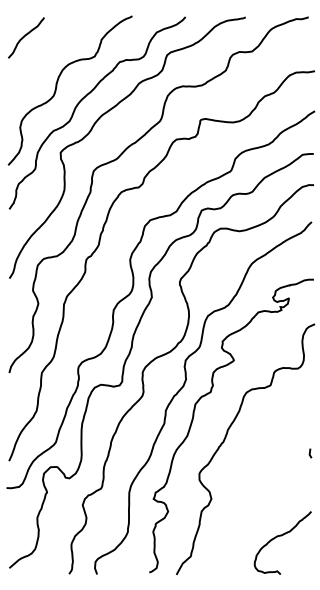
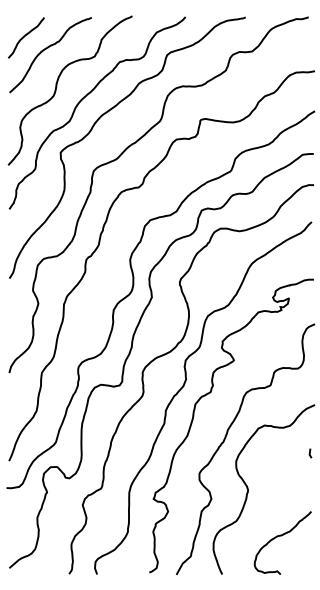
curve at (45, 50): none -> present
curve at (248, 489): none -> present
